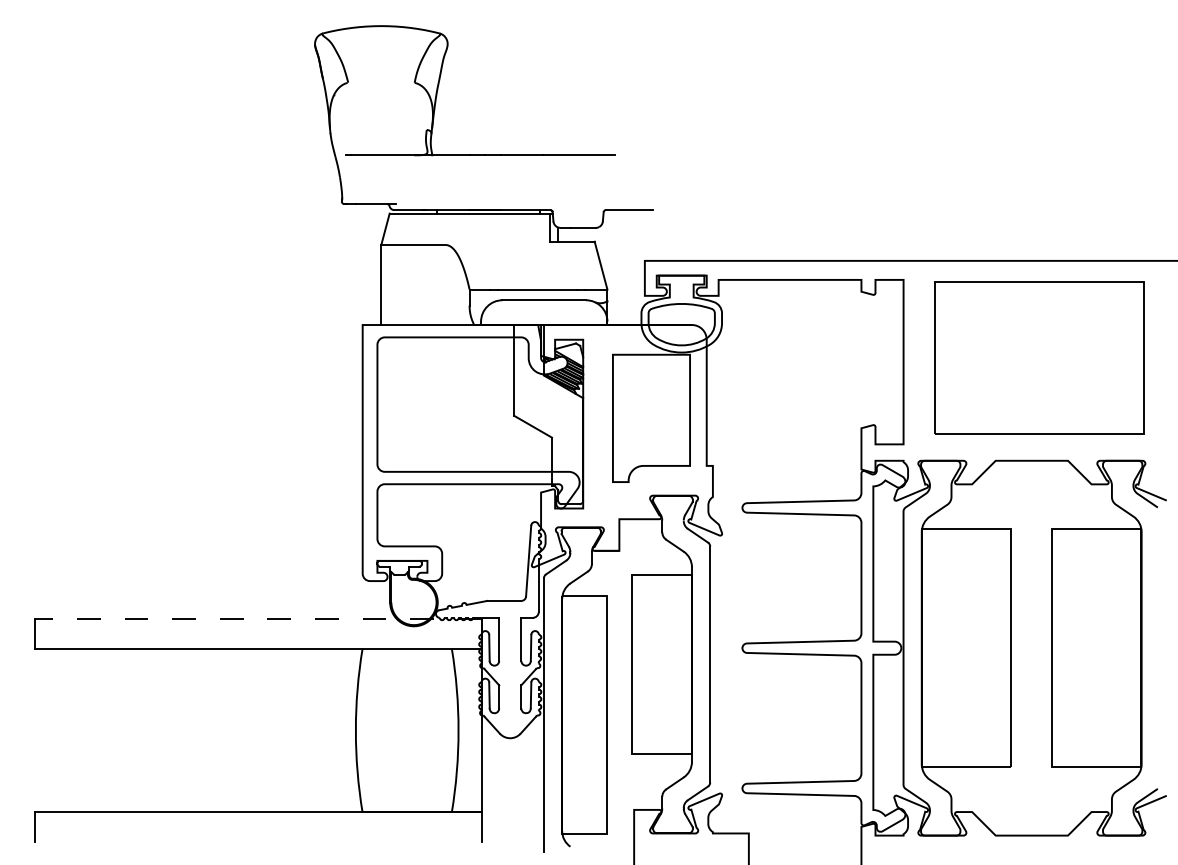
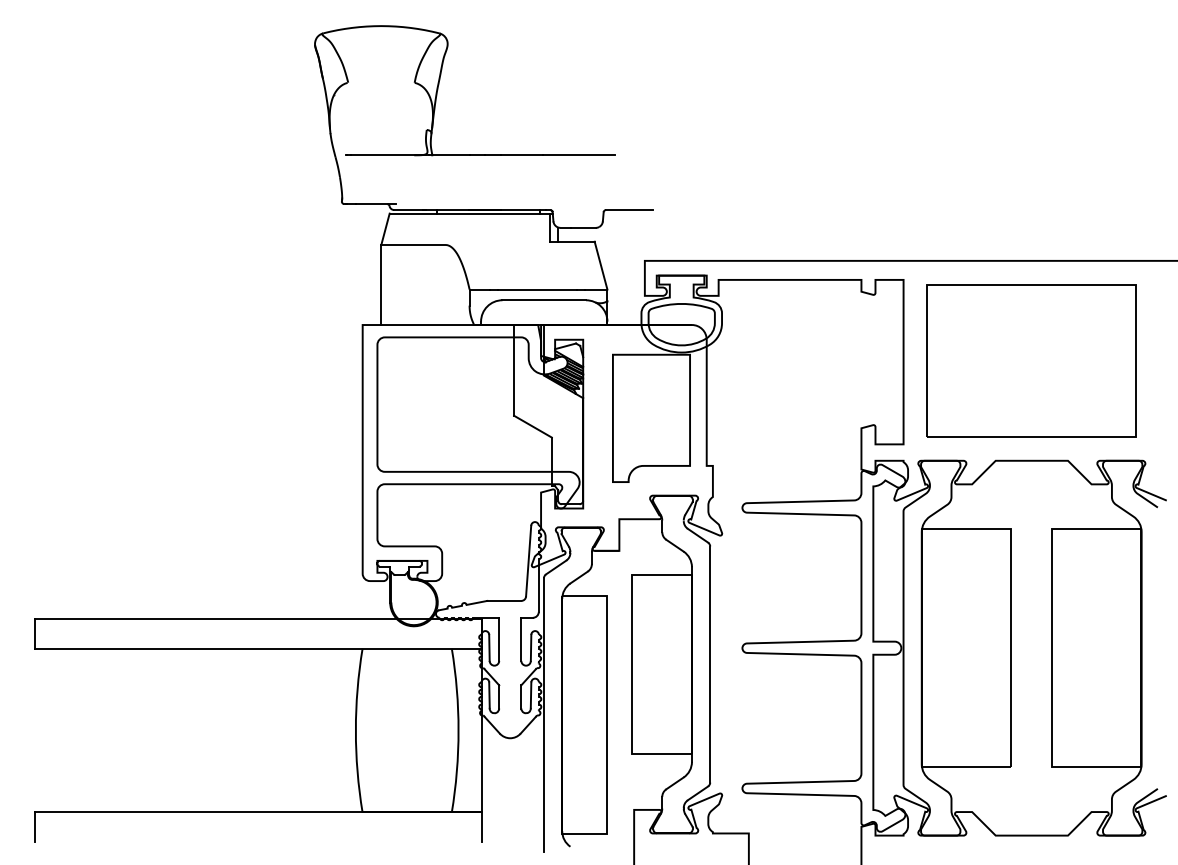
part at (1039, 357) position: (1039, 357) -> (1031, 360)
line at (257, 619): dashed -> solid
